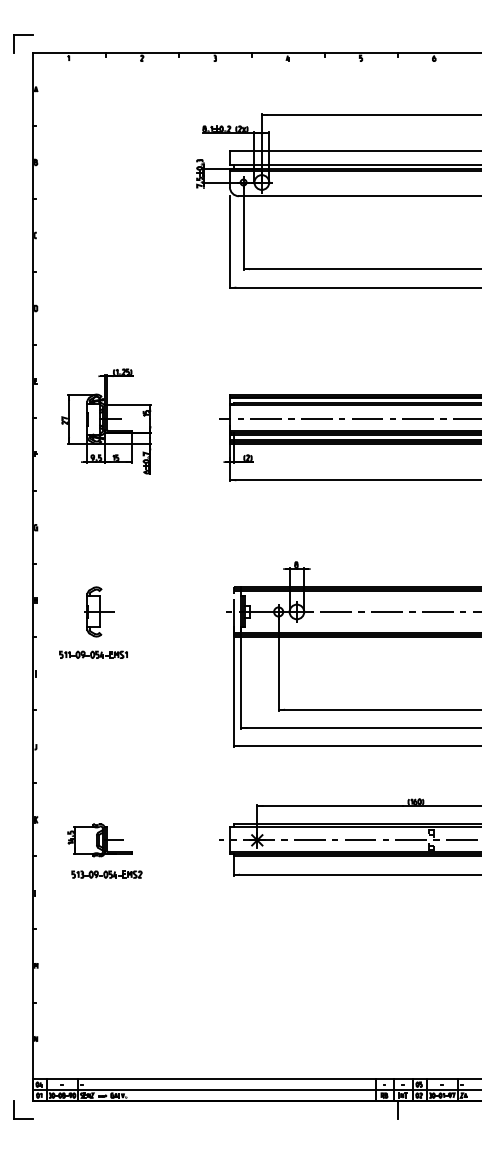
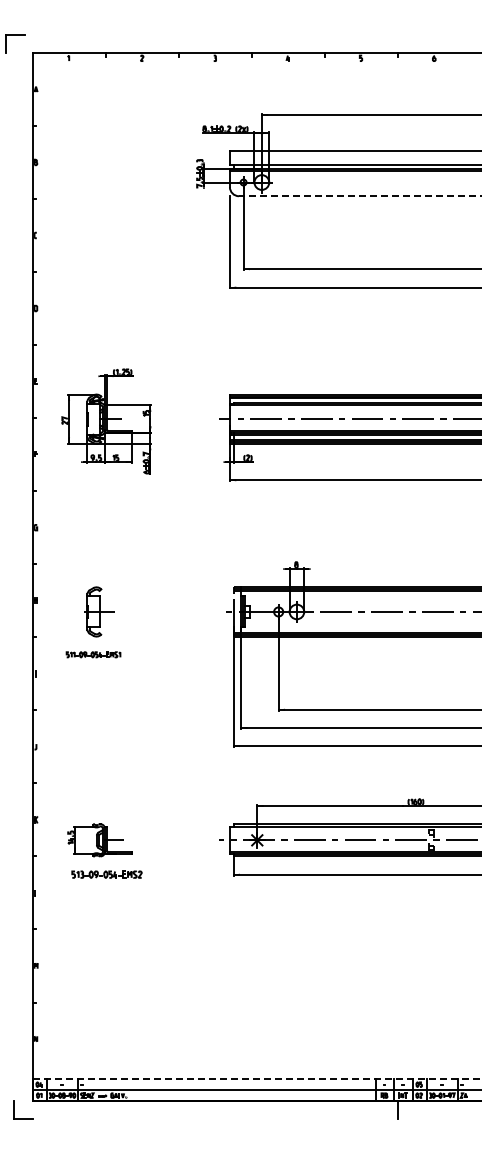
part at (23, 35) position: (23, 35) -> (15, 35)
line at (359, 196): solid -> dashed
part at (93, 654) size: 69x9 px -> 57x8 px
line at (257, 1079): solid -> dashed
